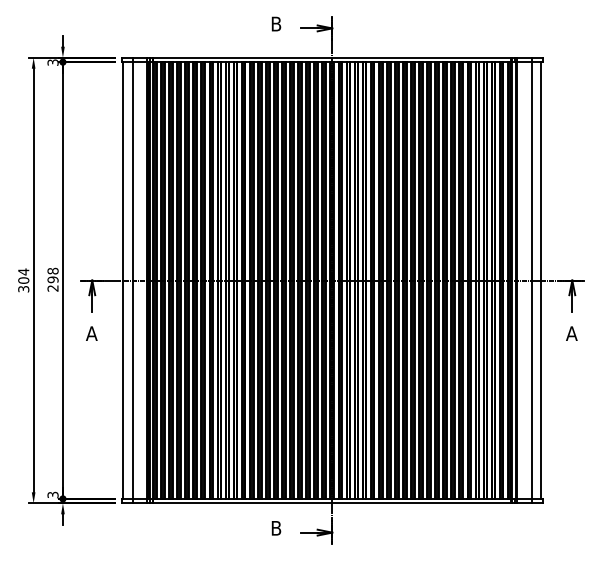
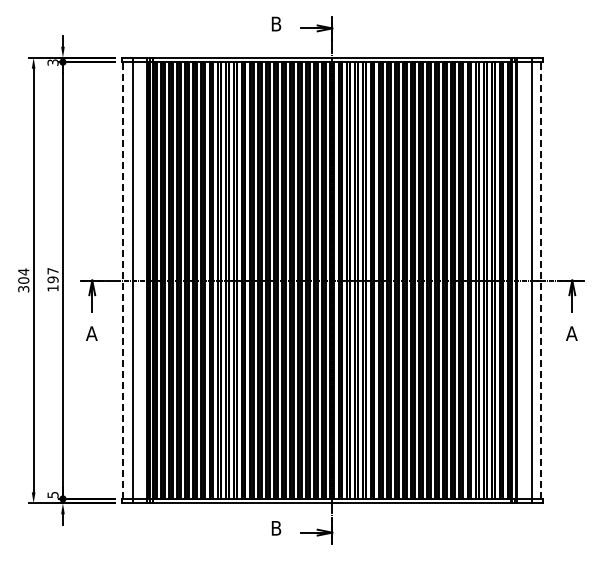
text at (52, 279): 298 -> 197
line at (123, 280): solid -> dashed
line at (541, 280): solid -> dashed
text at (52, 494): 3 -> 5
